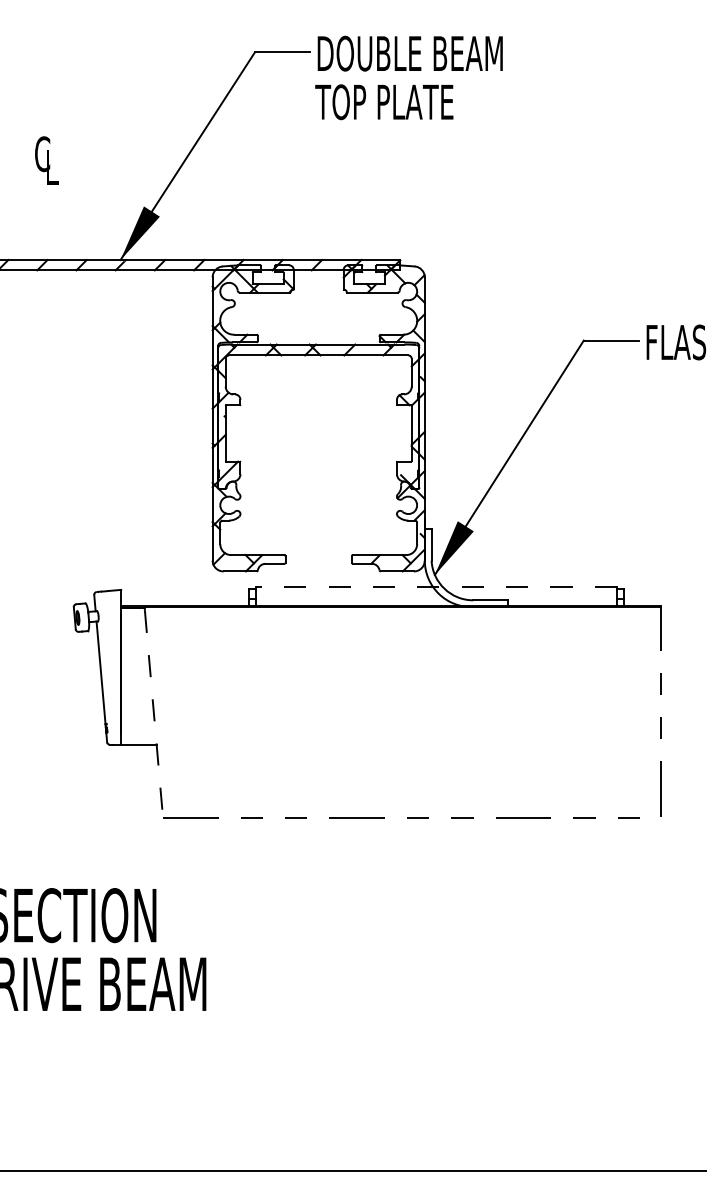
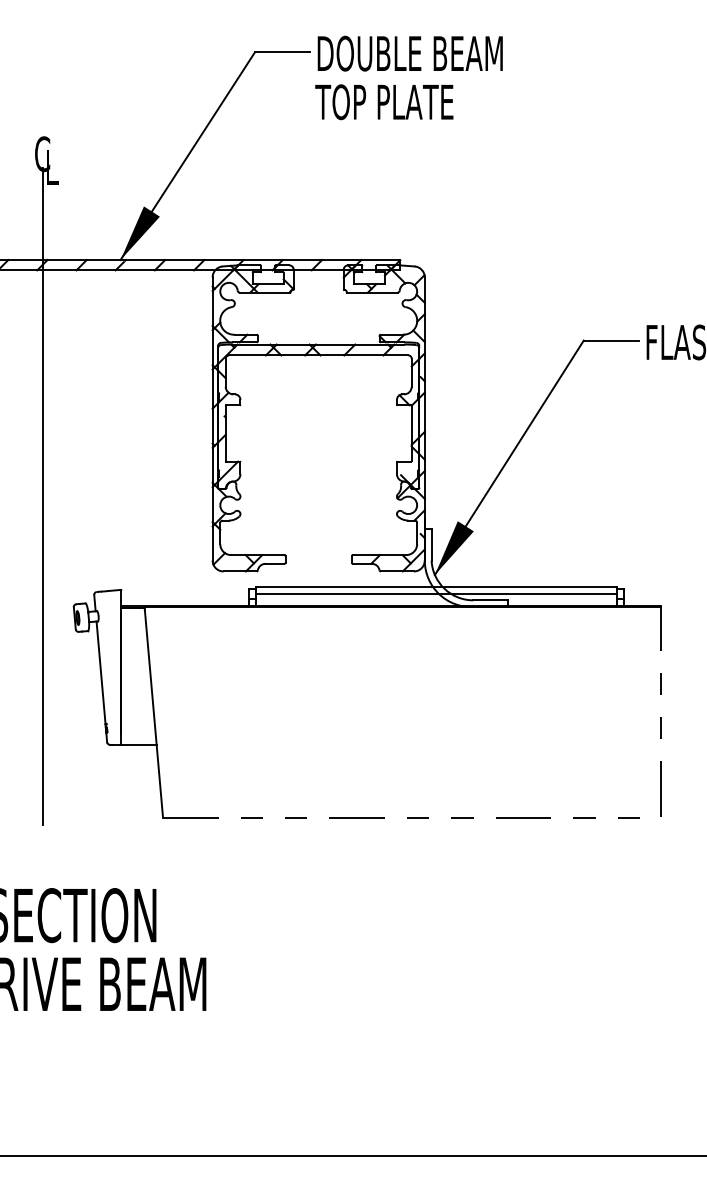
line at (43, 496): none -> present
line at (436, 587): dashed -> solid
line at (436, 593): none -> present
line at (154, 714): dashed -> solid
line at (352, 1171) position: (352, 1171) -> (352, 1156)
